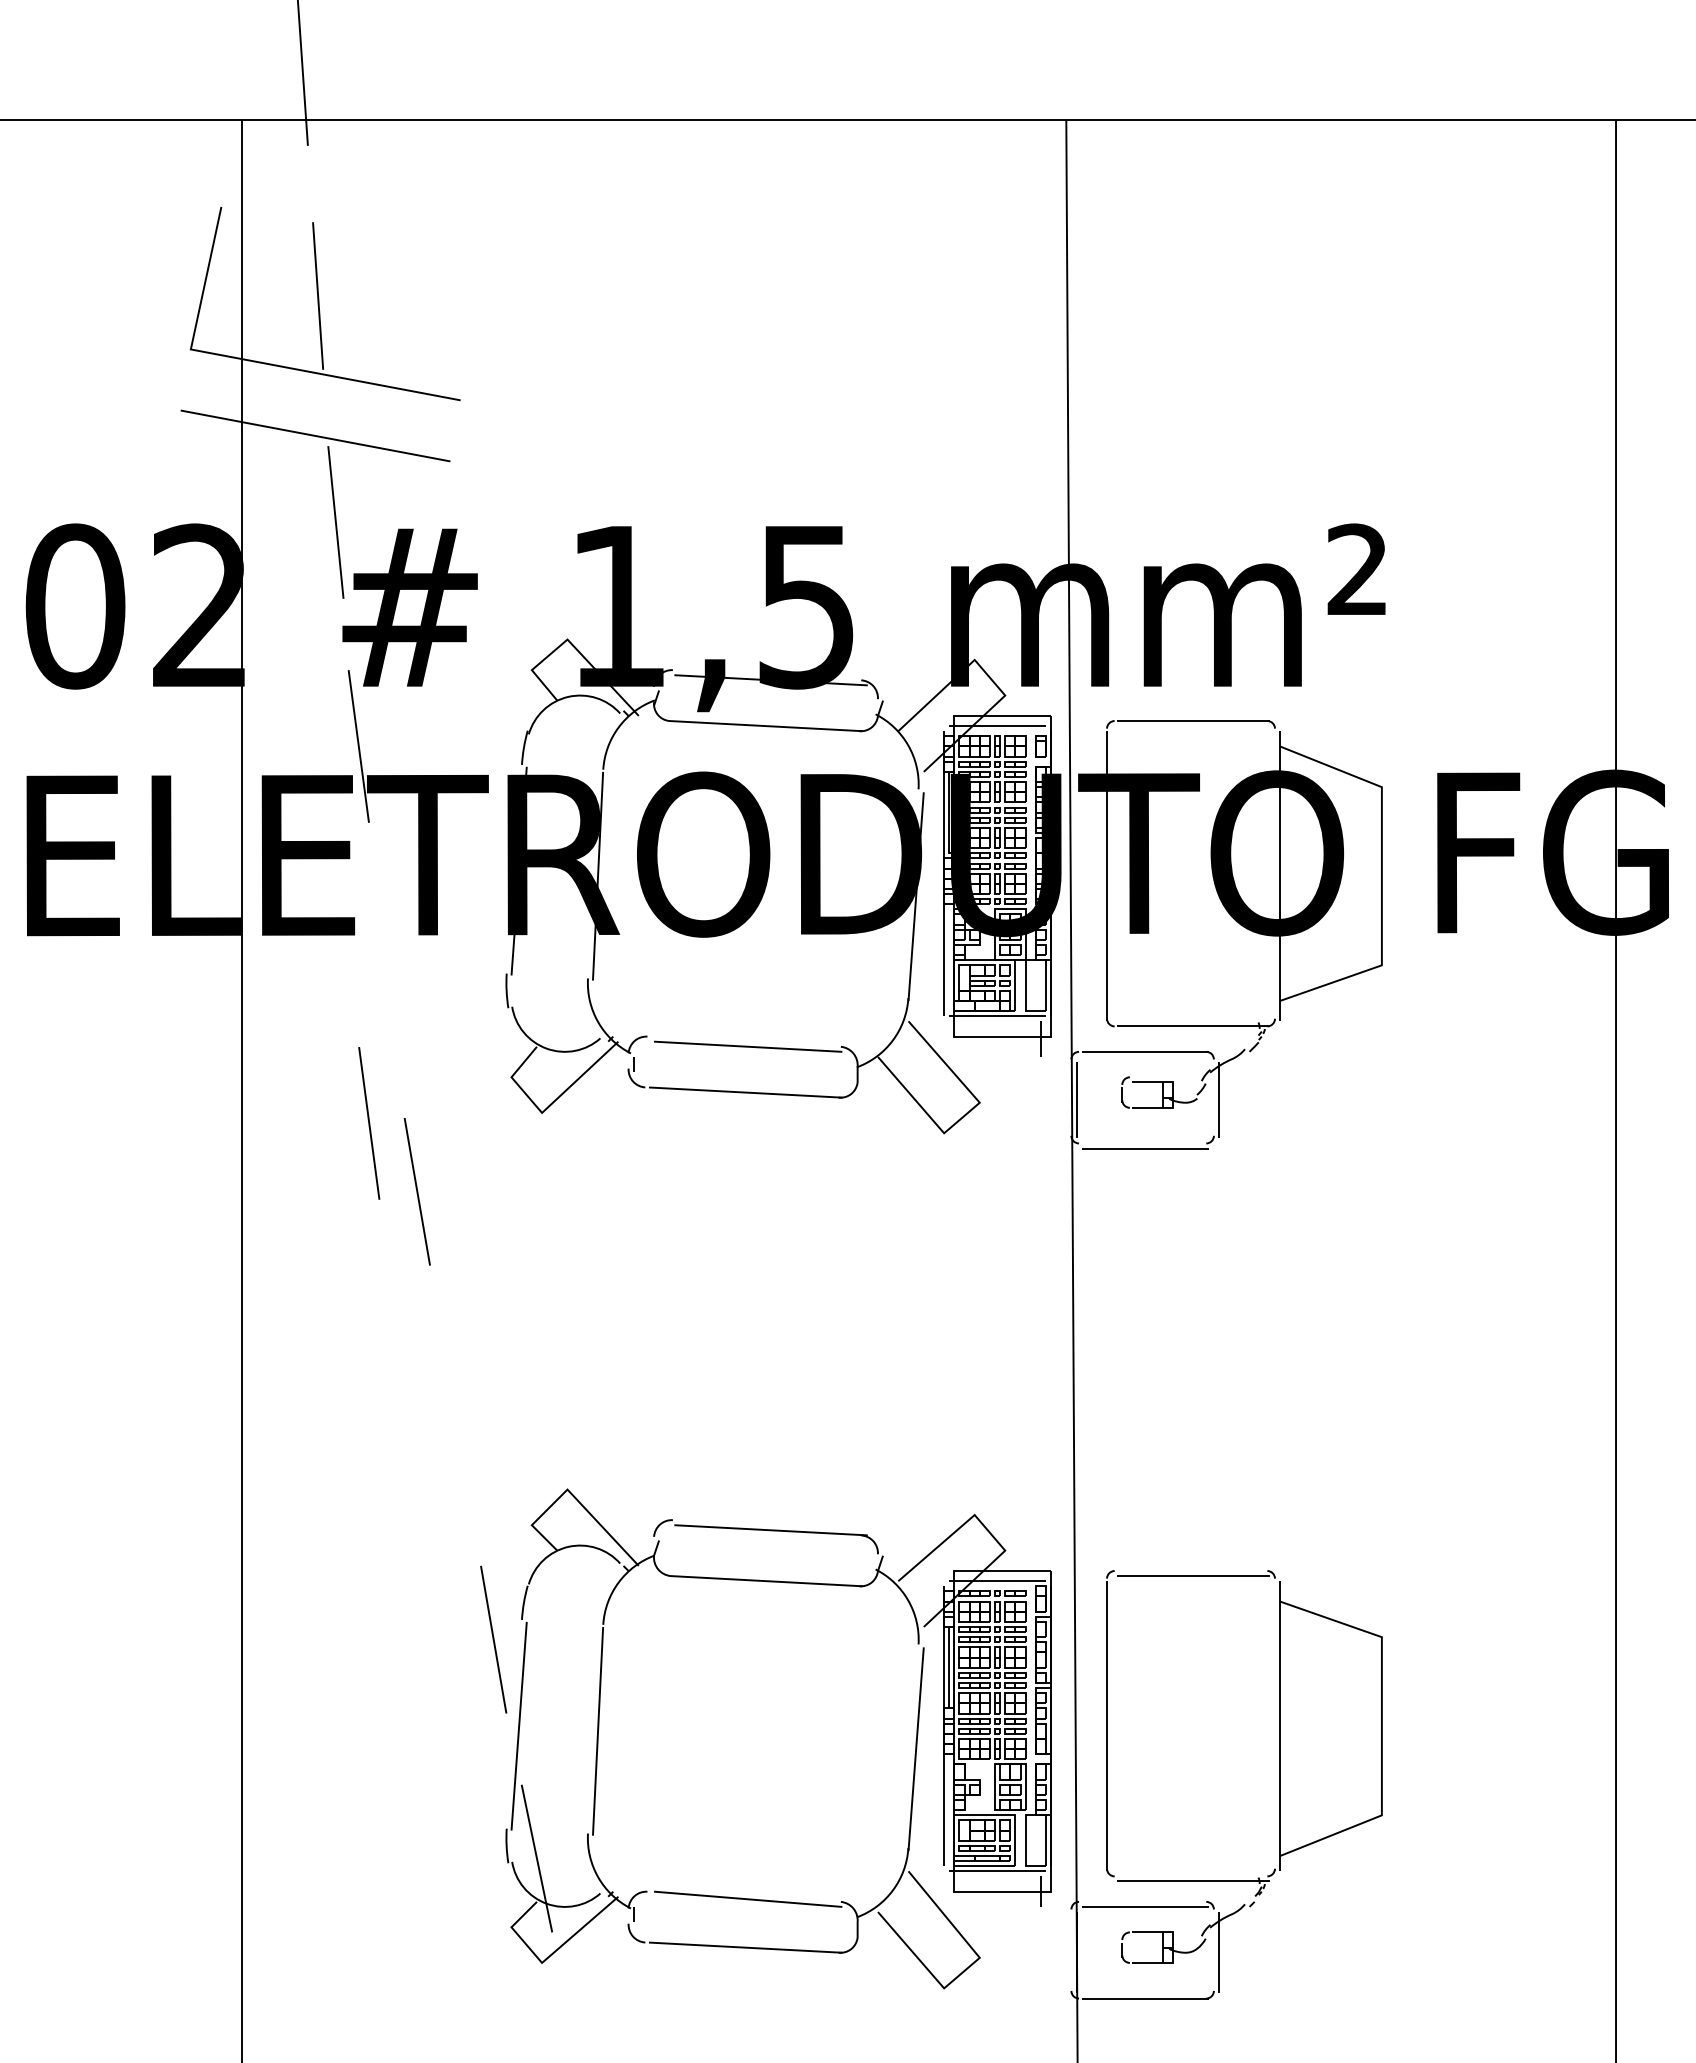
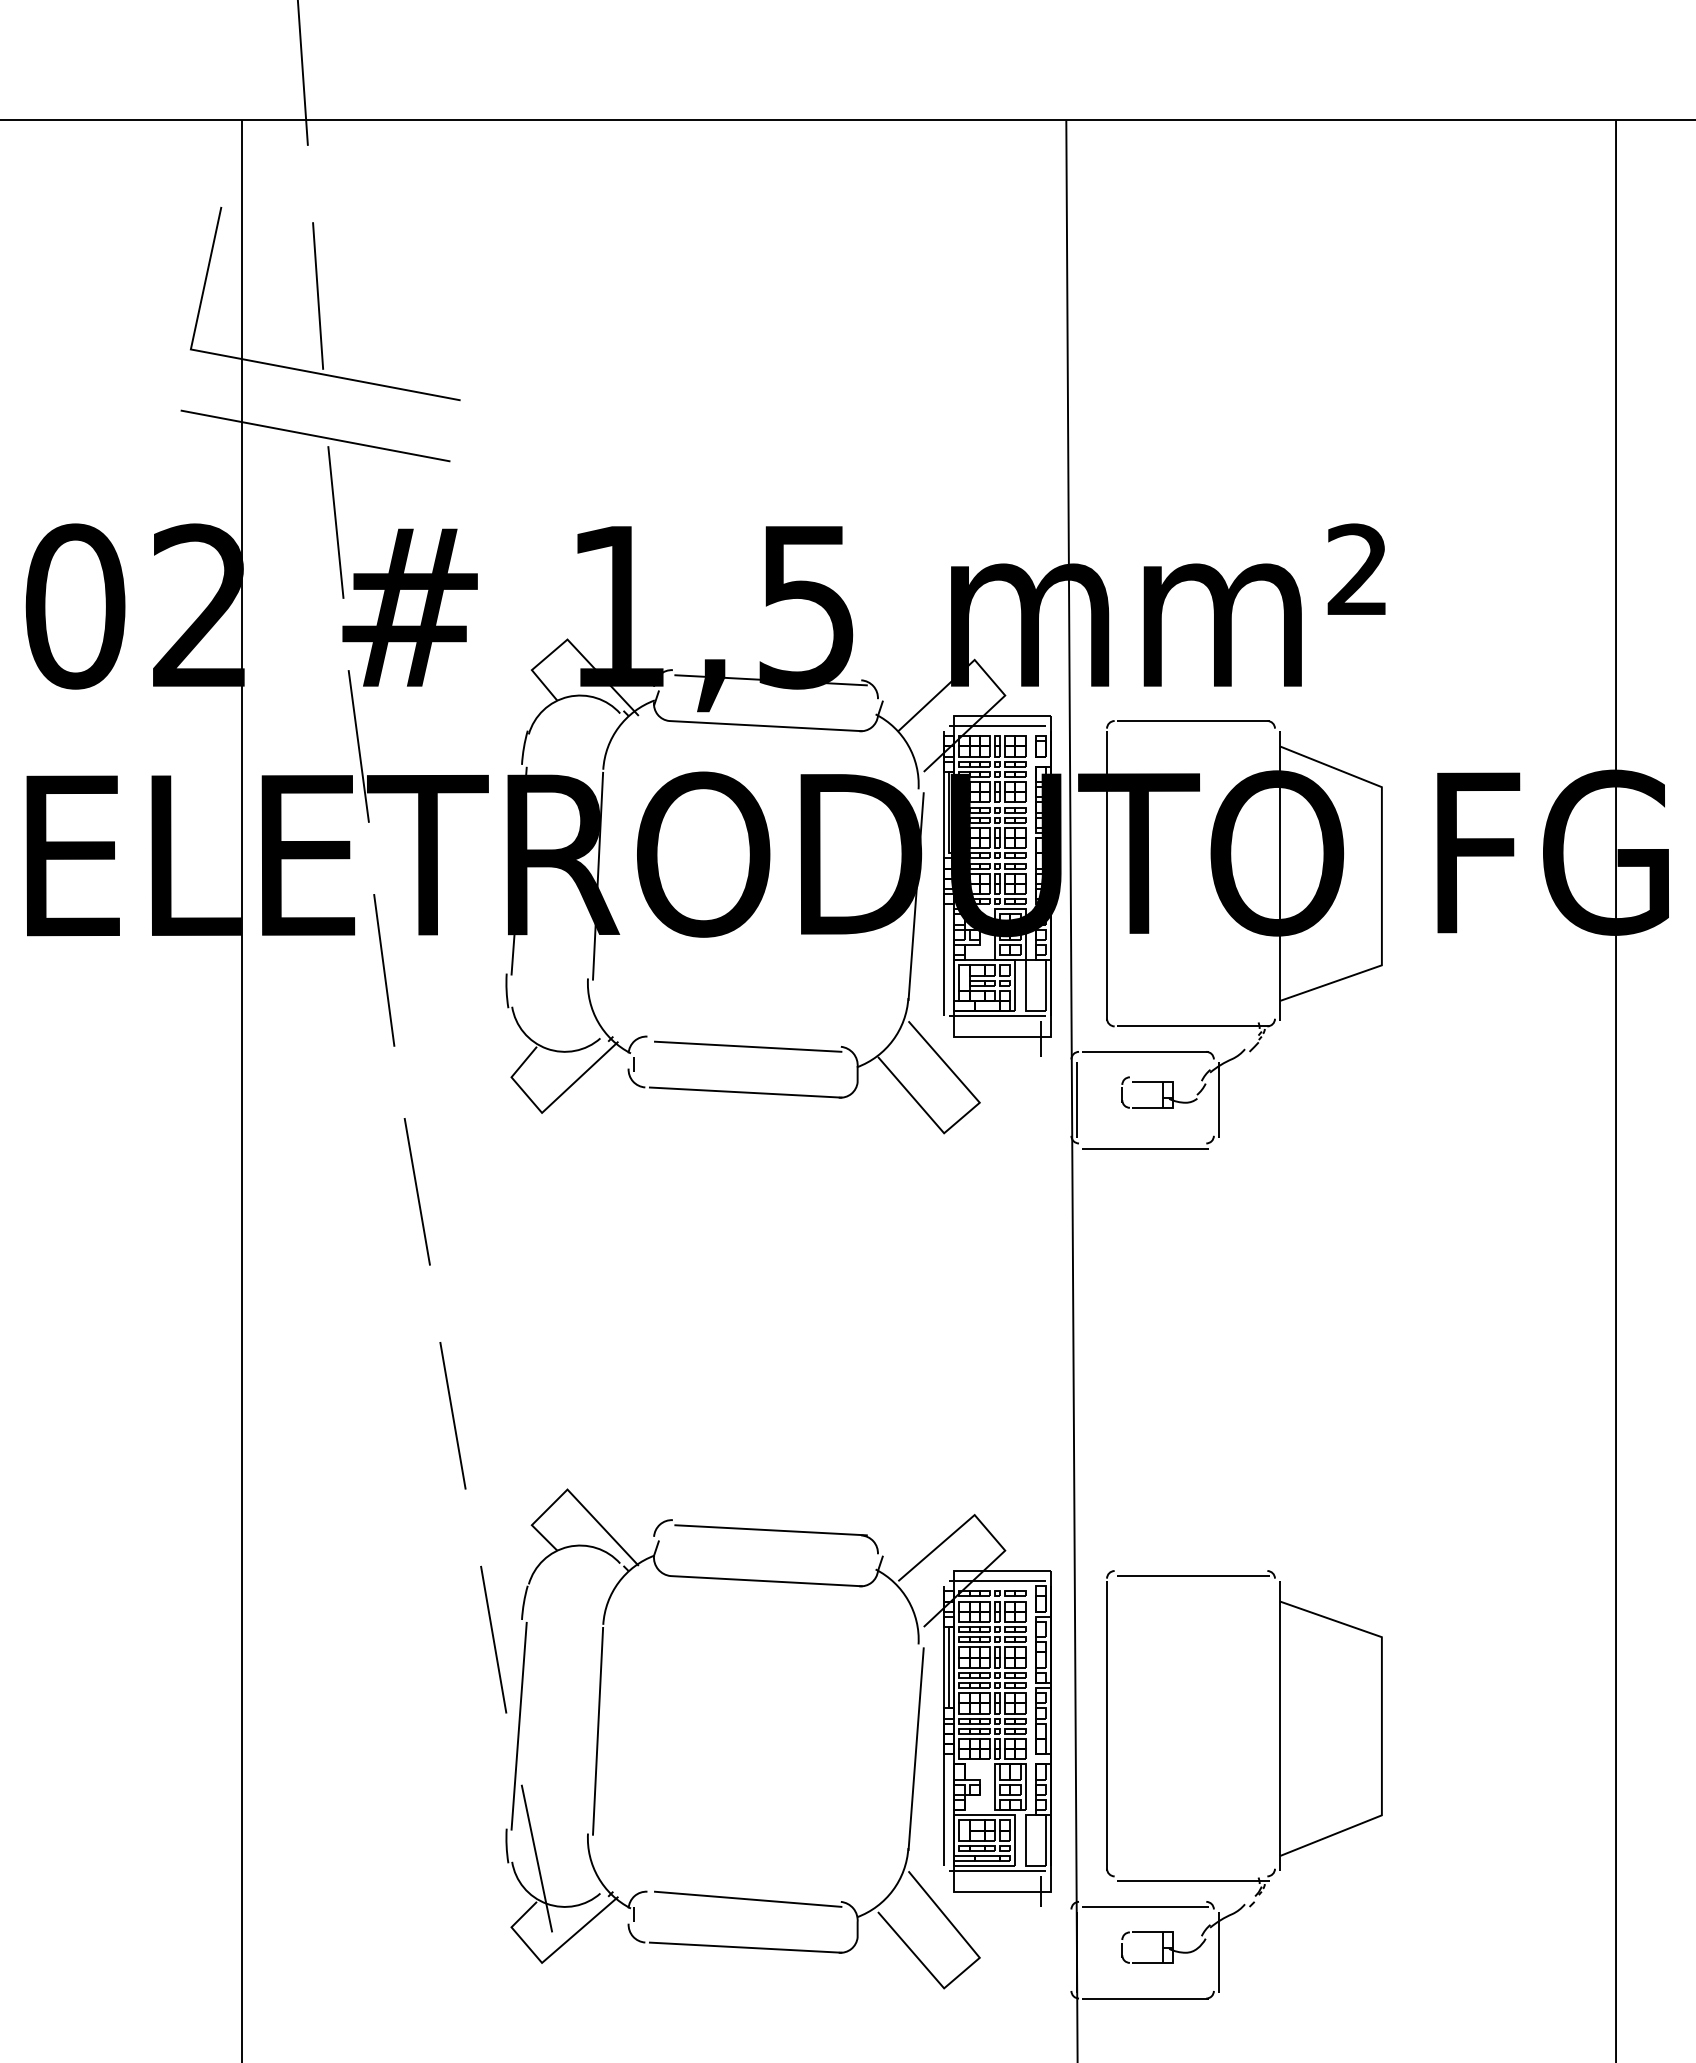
line at (369, 1123) position: (369, 1123) -> (384, 970)
line at (452, 1415): none -> present
